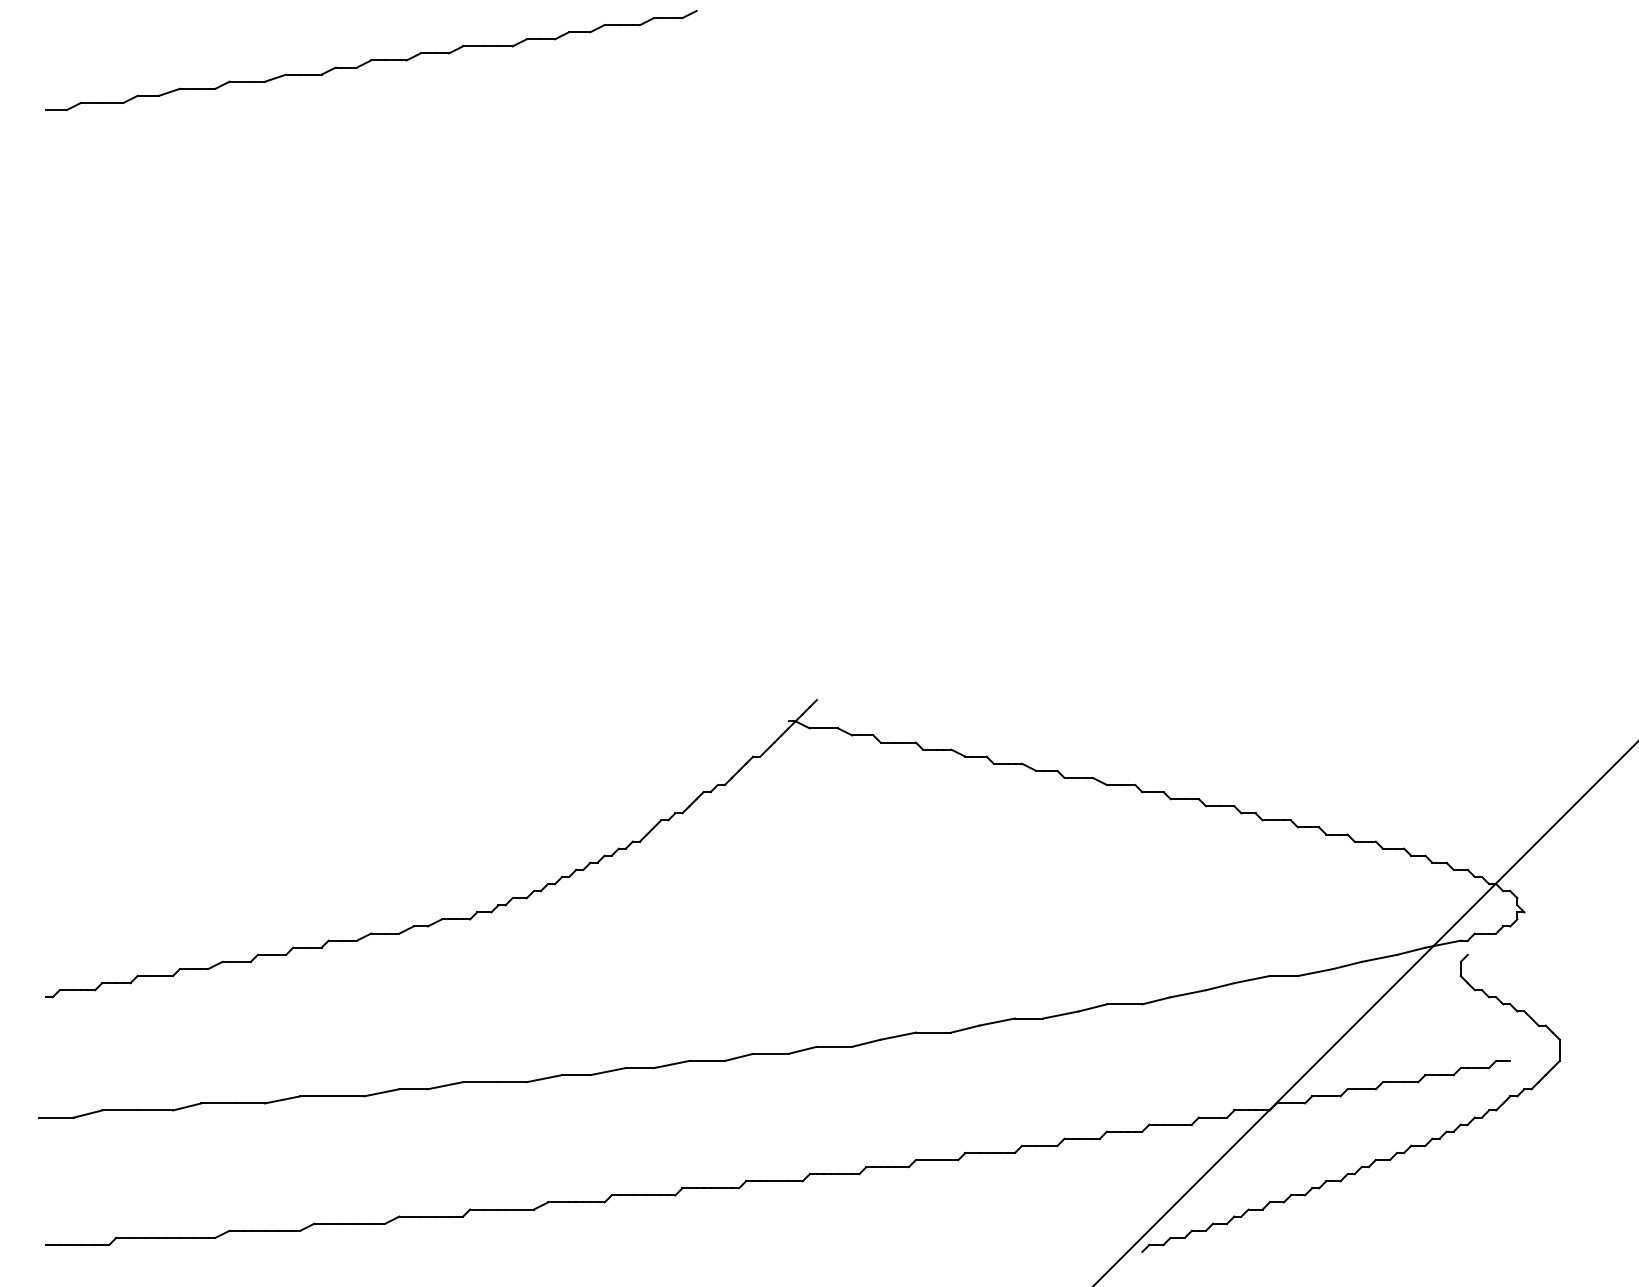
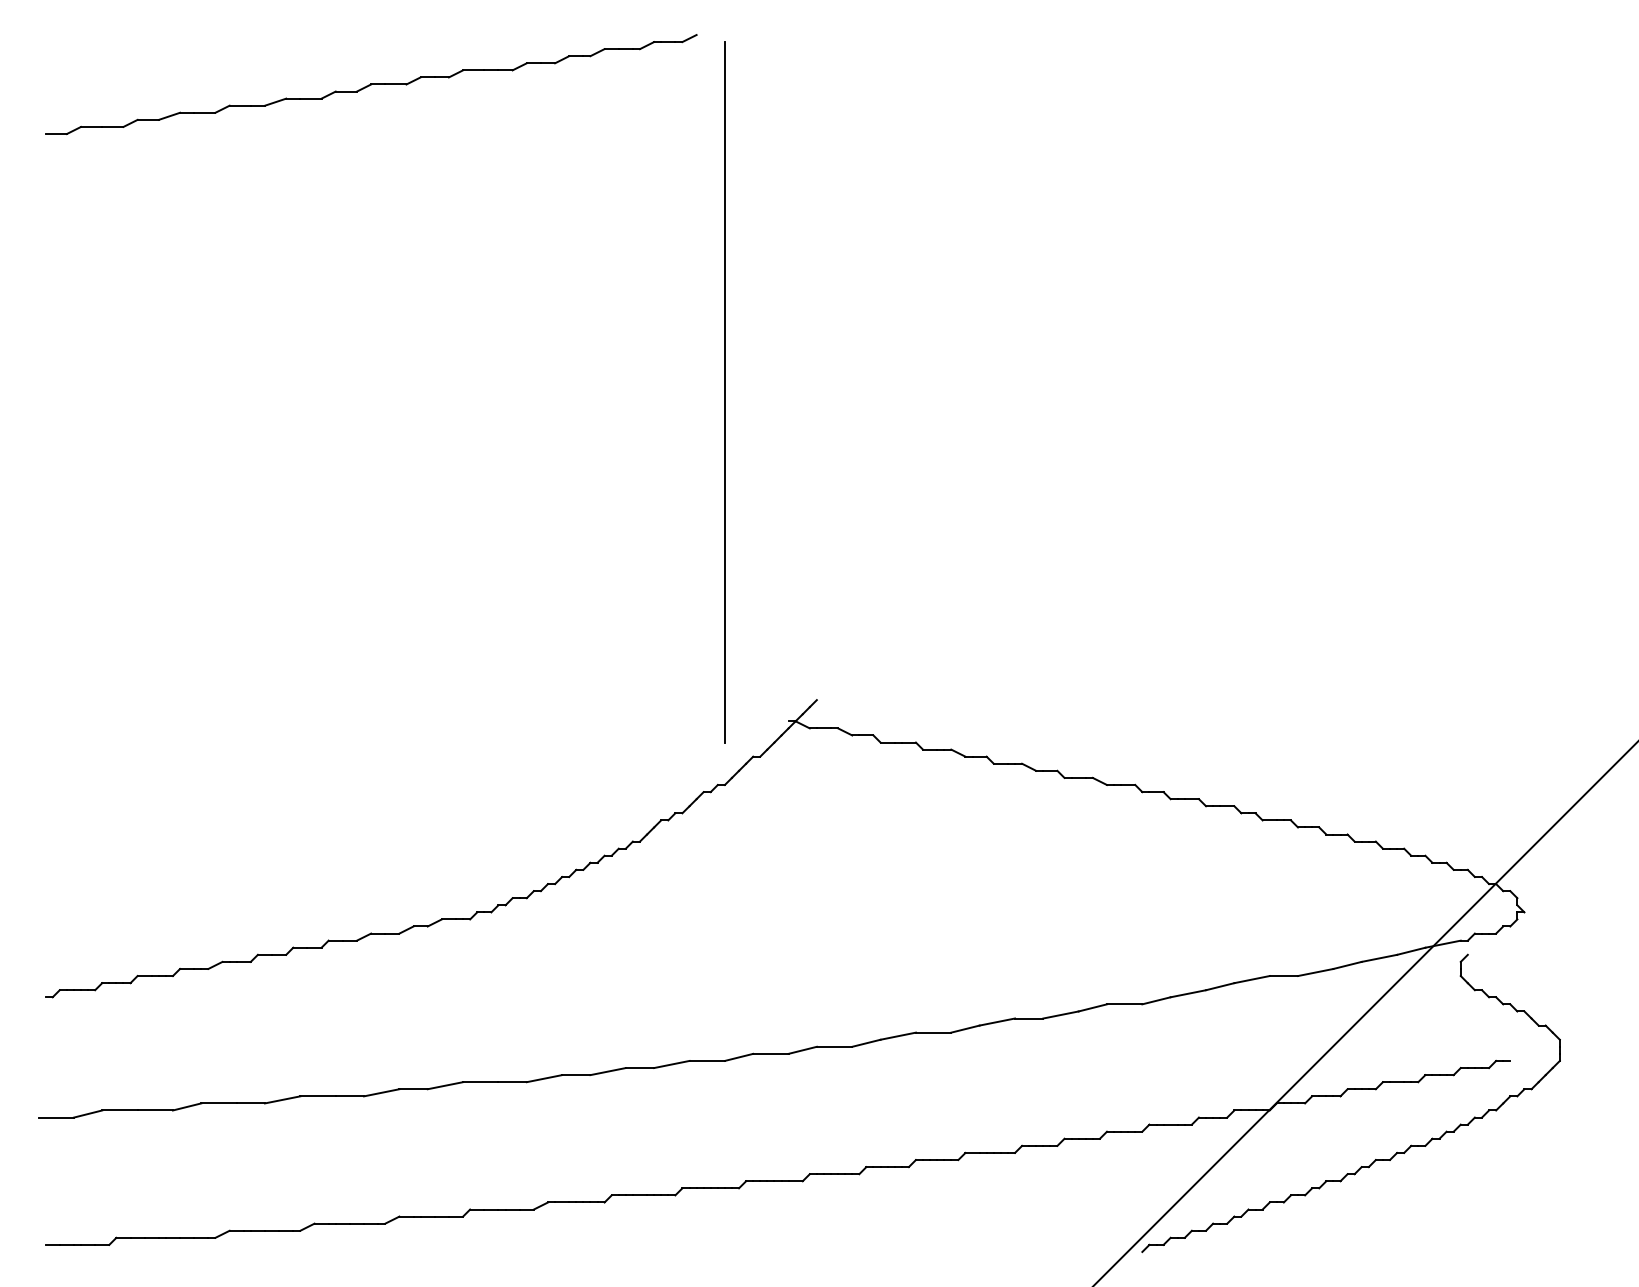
part at (371, 60) position: (371, 60) -> (371, 84)
line at (724, 392): none -> present
